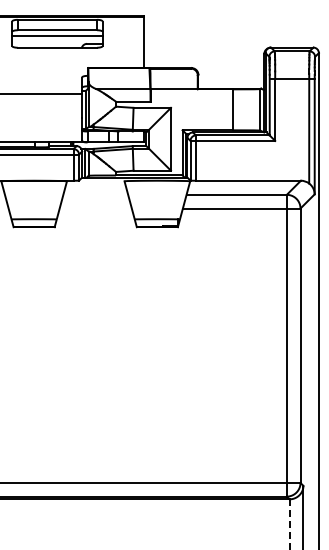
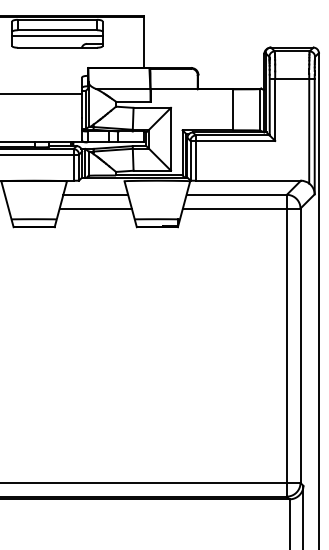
line at (95, 194): none -> present
line at (95, 208): none -> present
line at (289, 524): dashed -> solid
